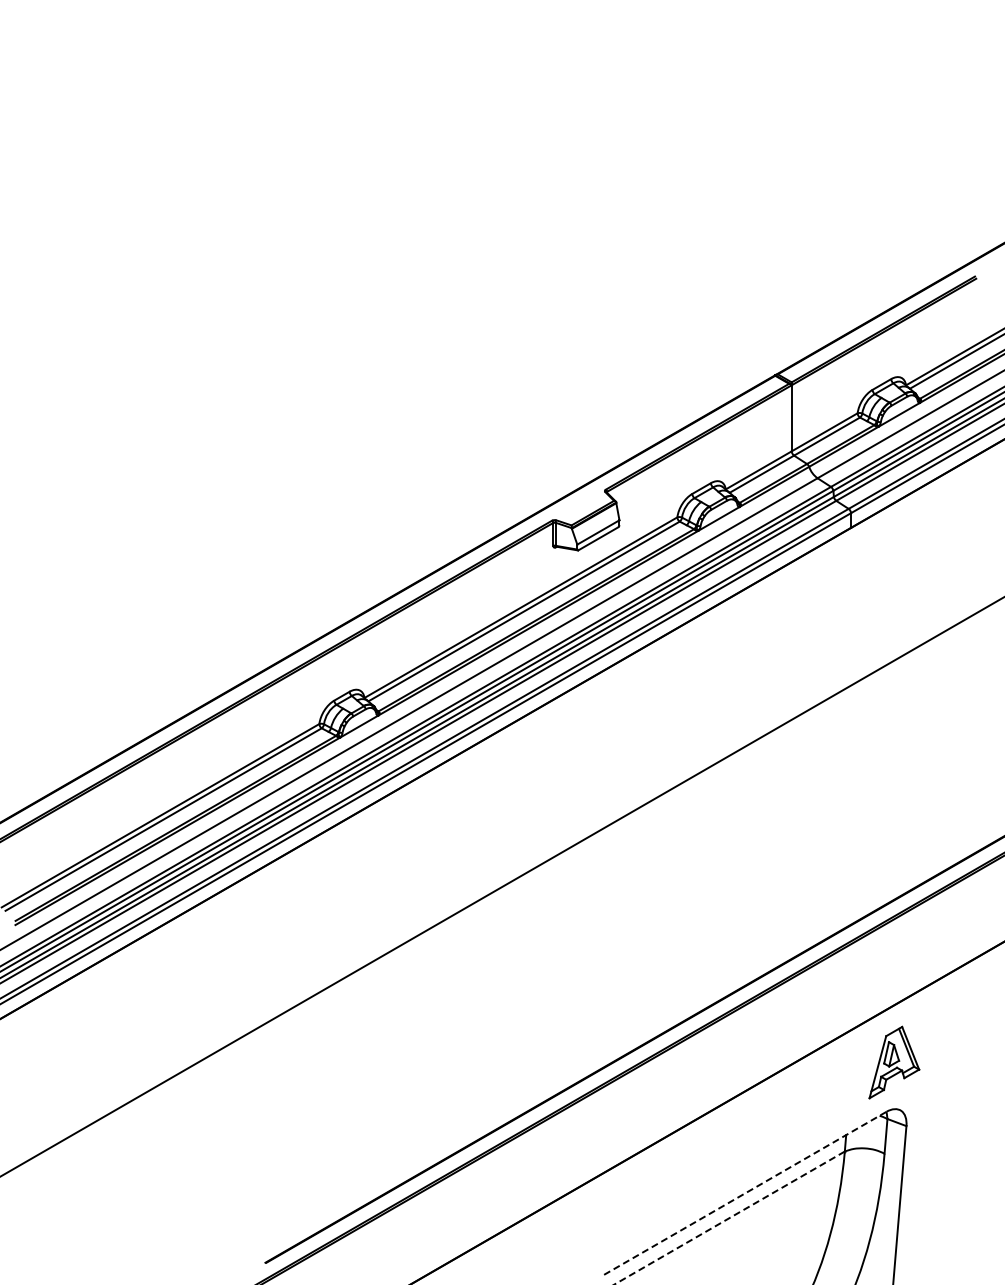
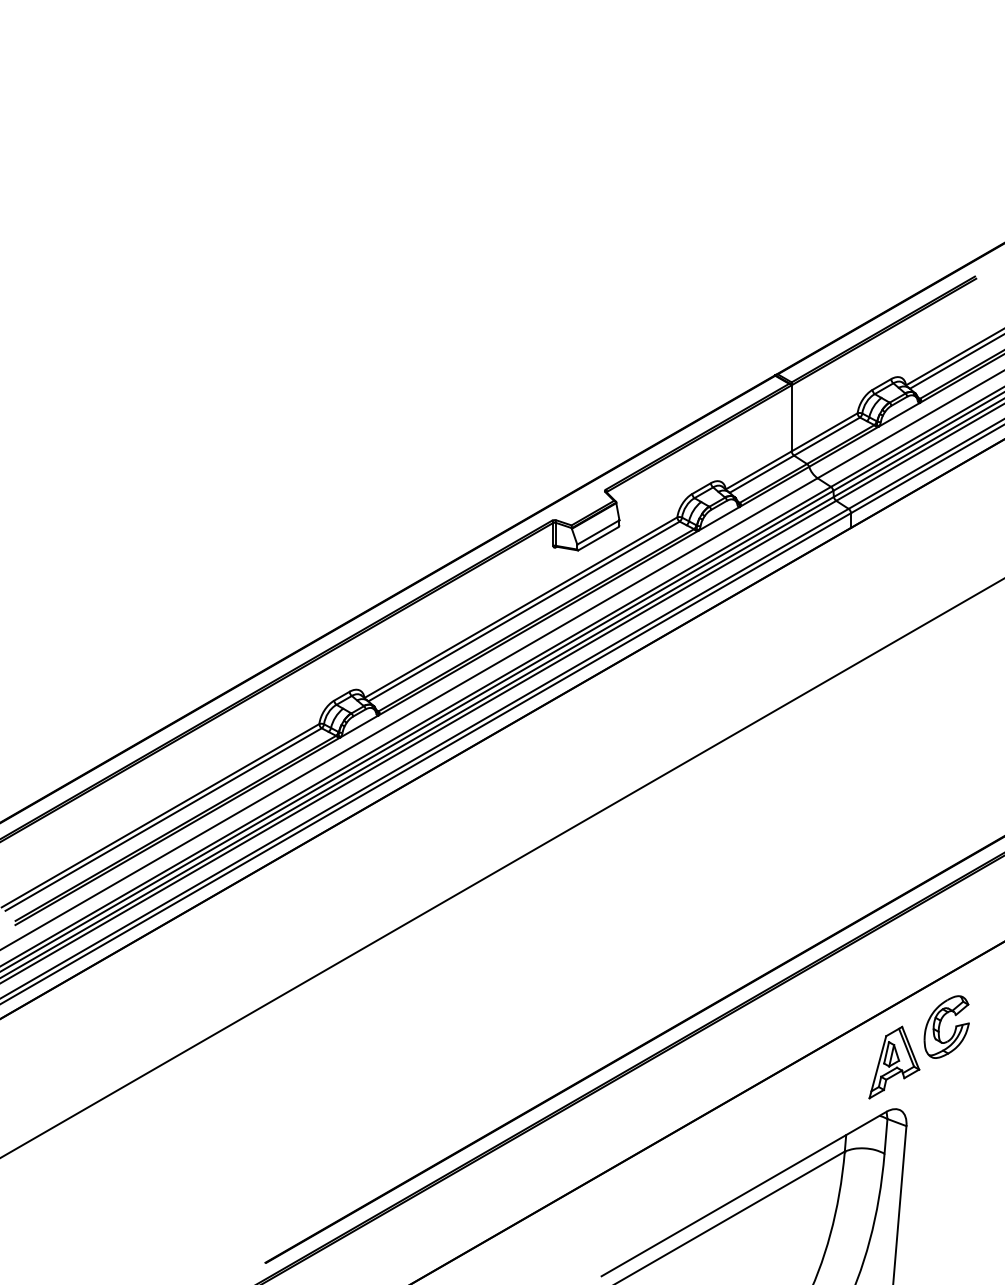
line at (501, 886) position: (501, 886) -> (501, 868)
part at (940, 1025): none -> present
line at (743, 1194): dashed -> solid
line at (728, 1218): dashed -> solid
